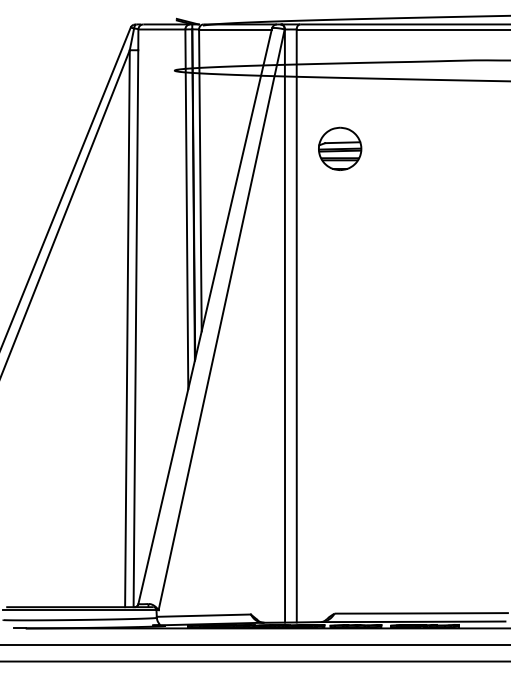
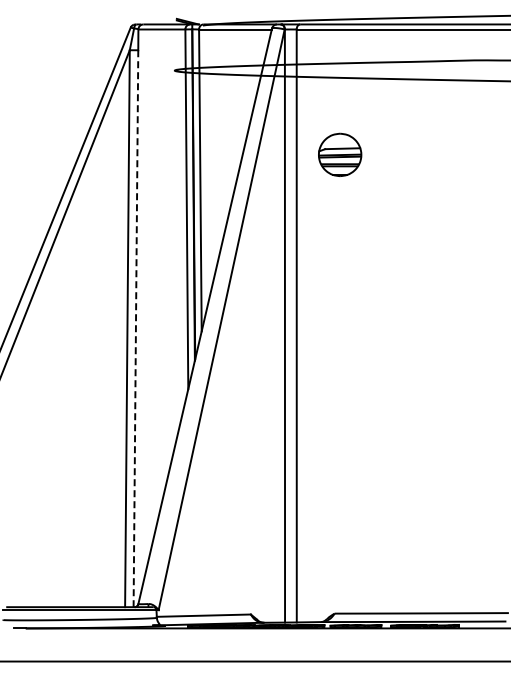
part at (340, 148) position: (340, 148) -> (340, 154)
line at (135, 329): solid -> dashed
line at (254, 644): present -> none
